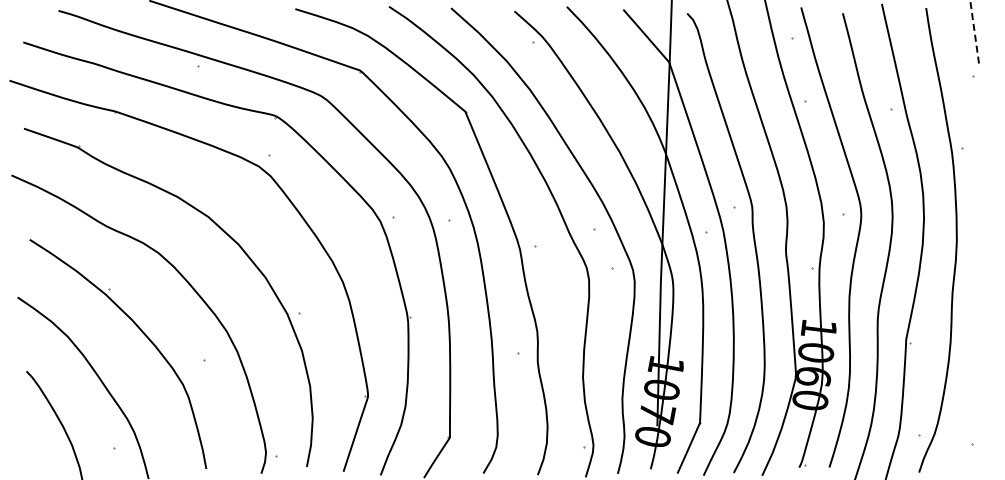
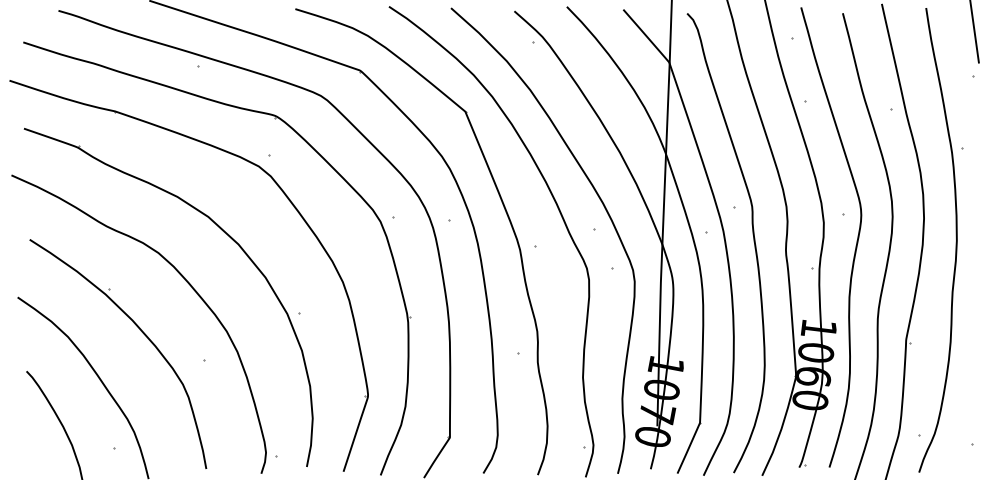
line at (974, 32): dashed -> solid
